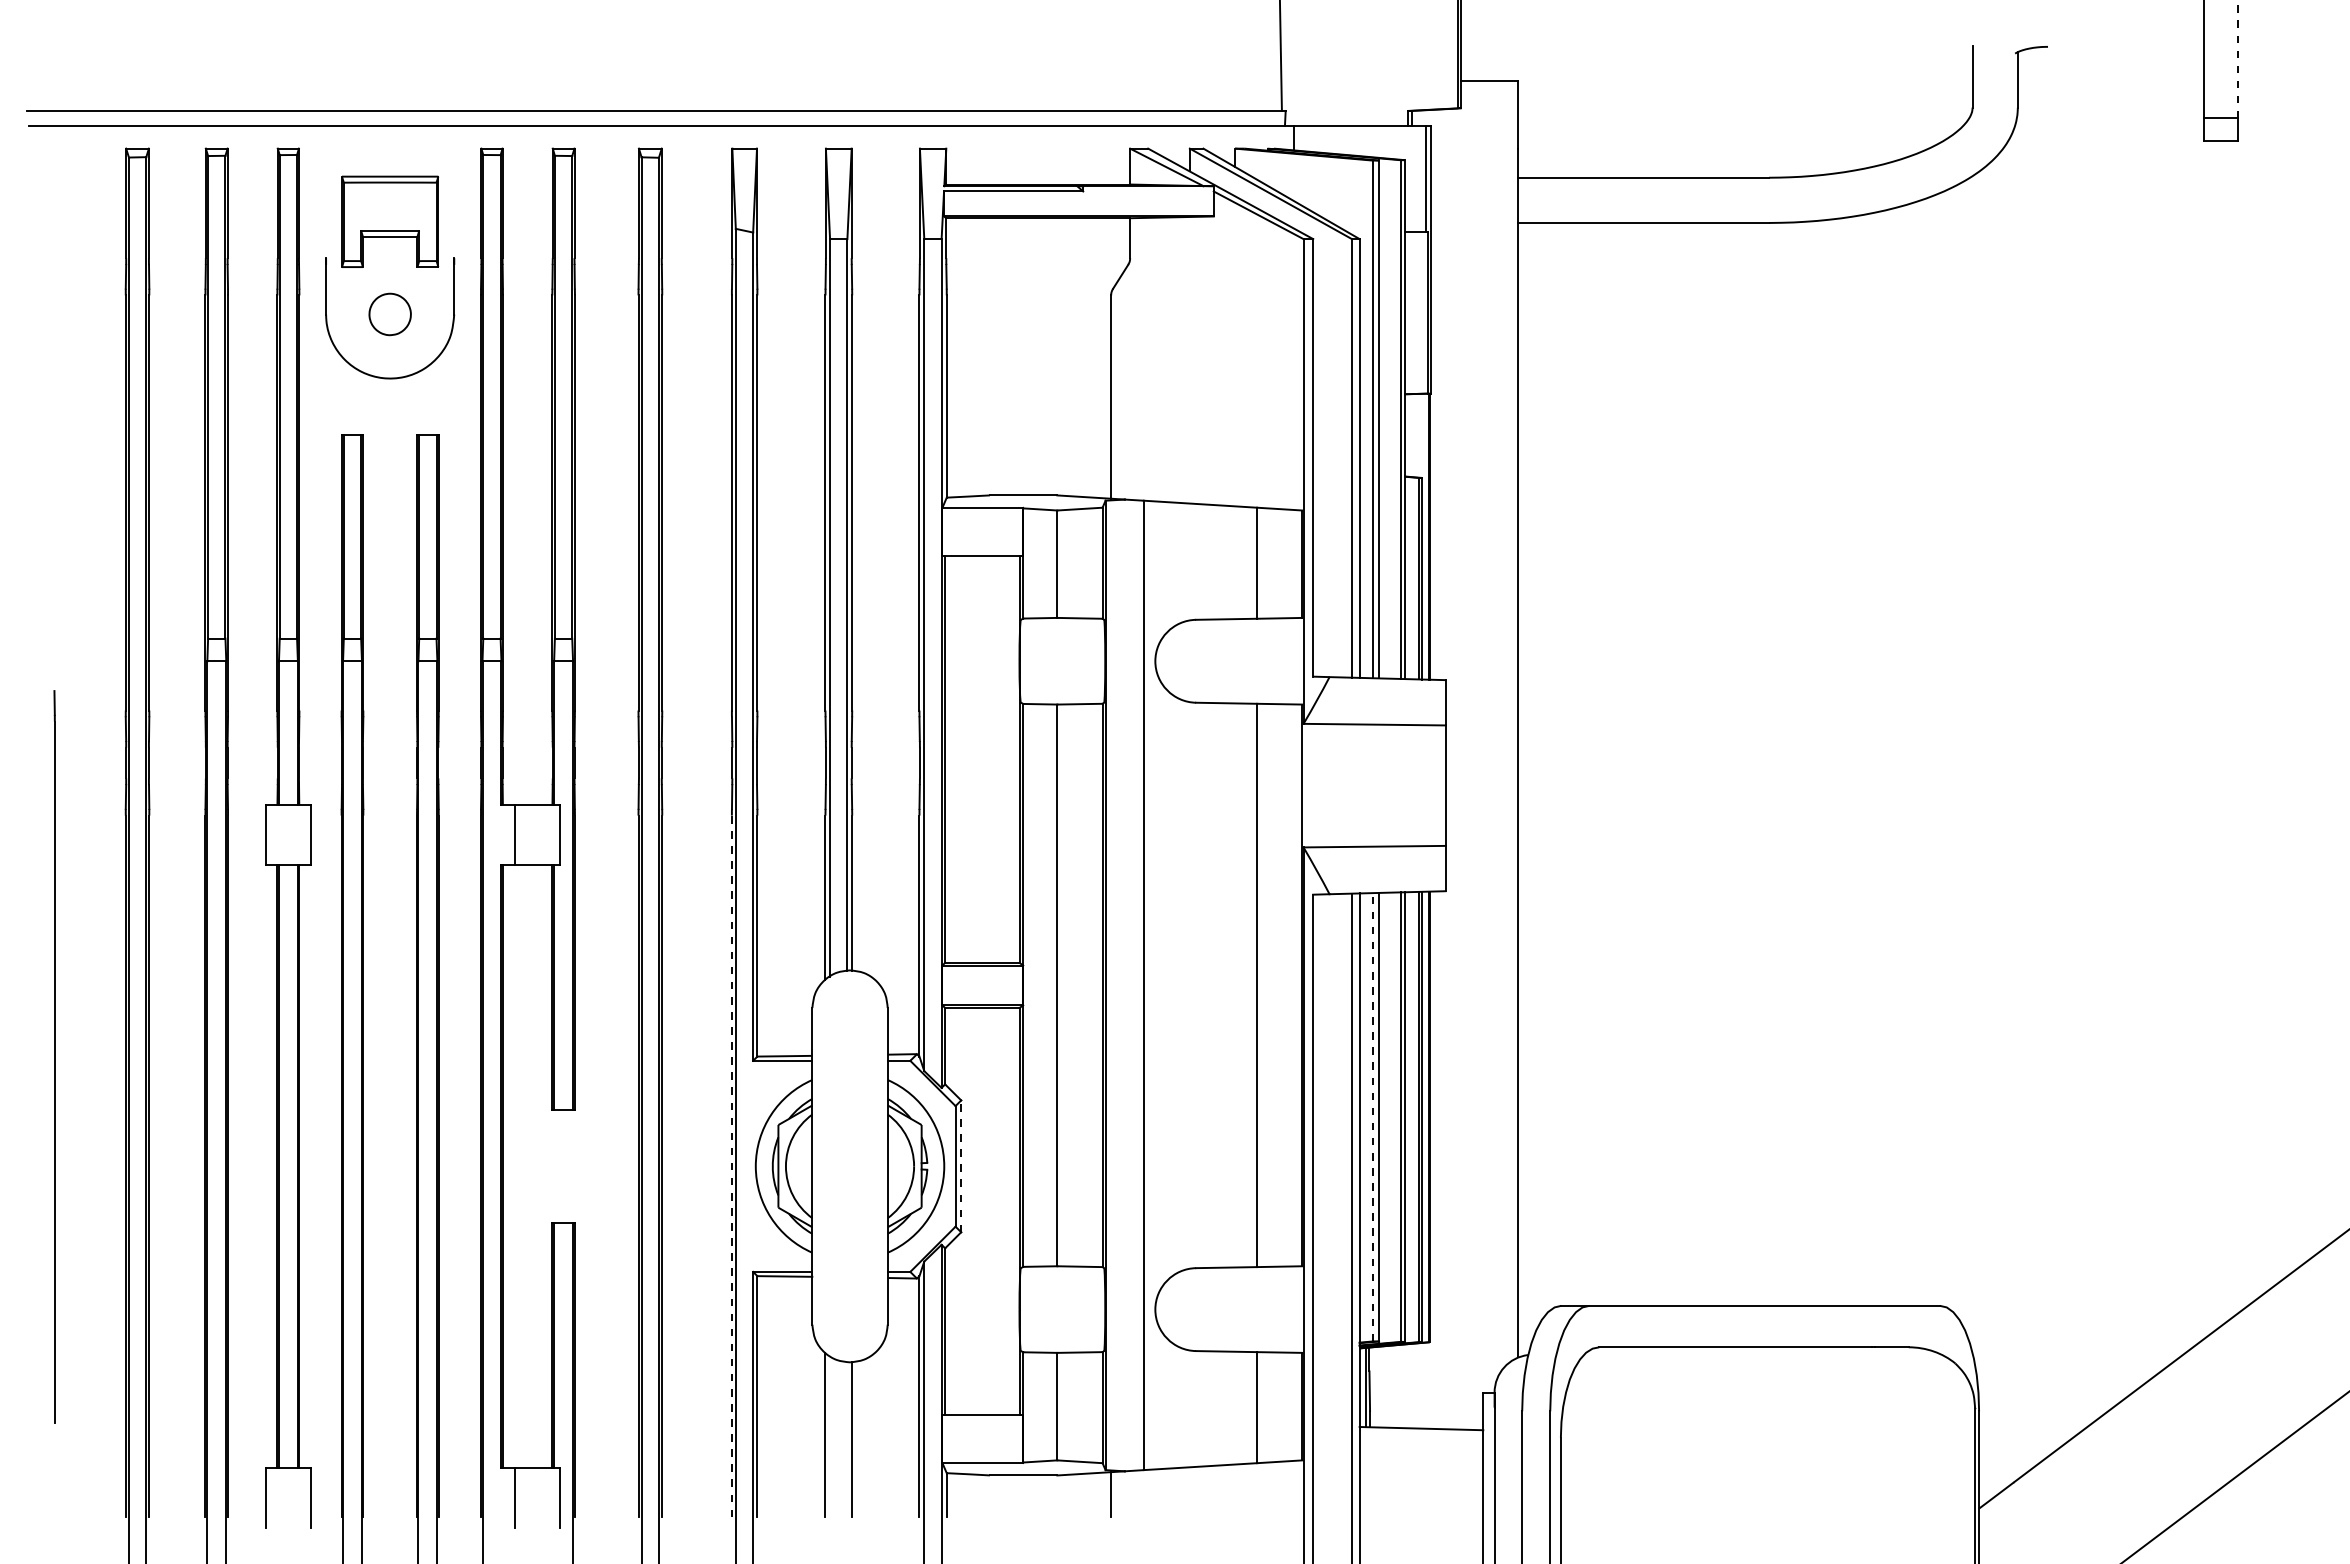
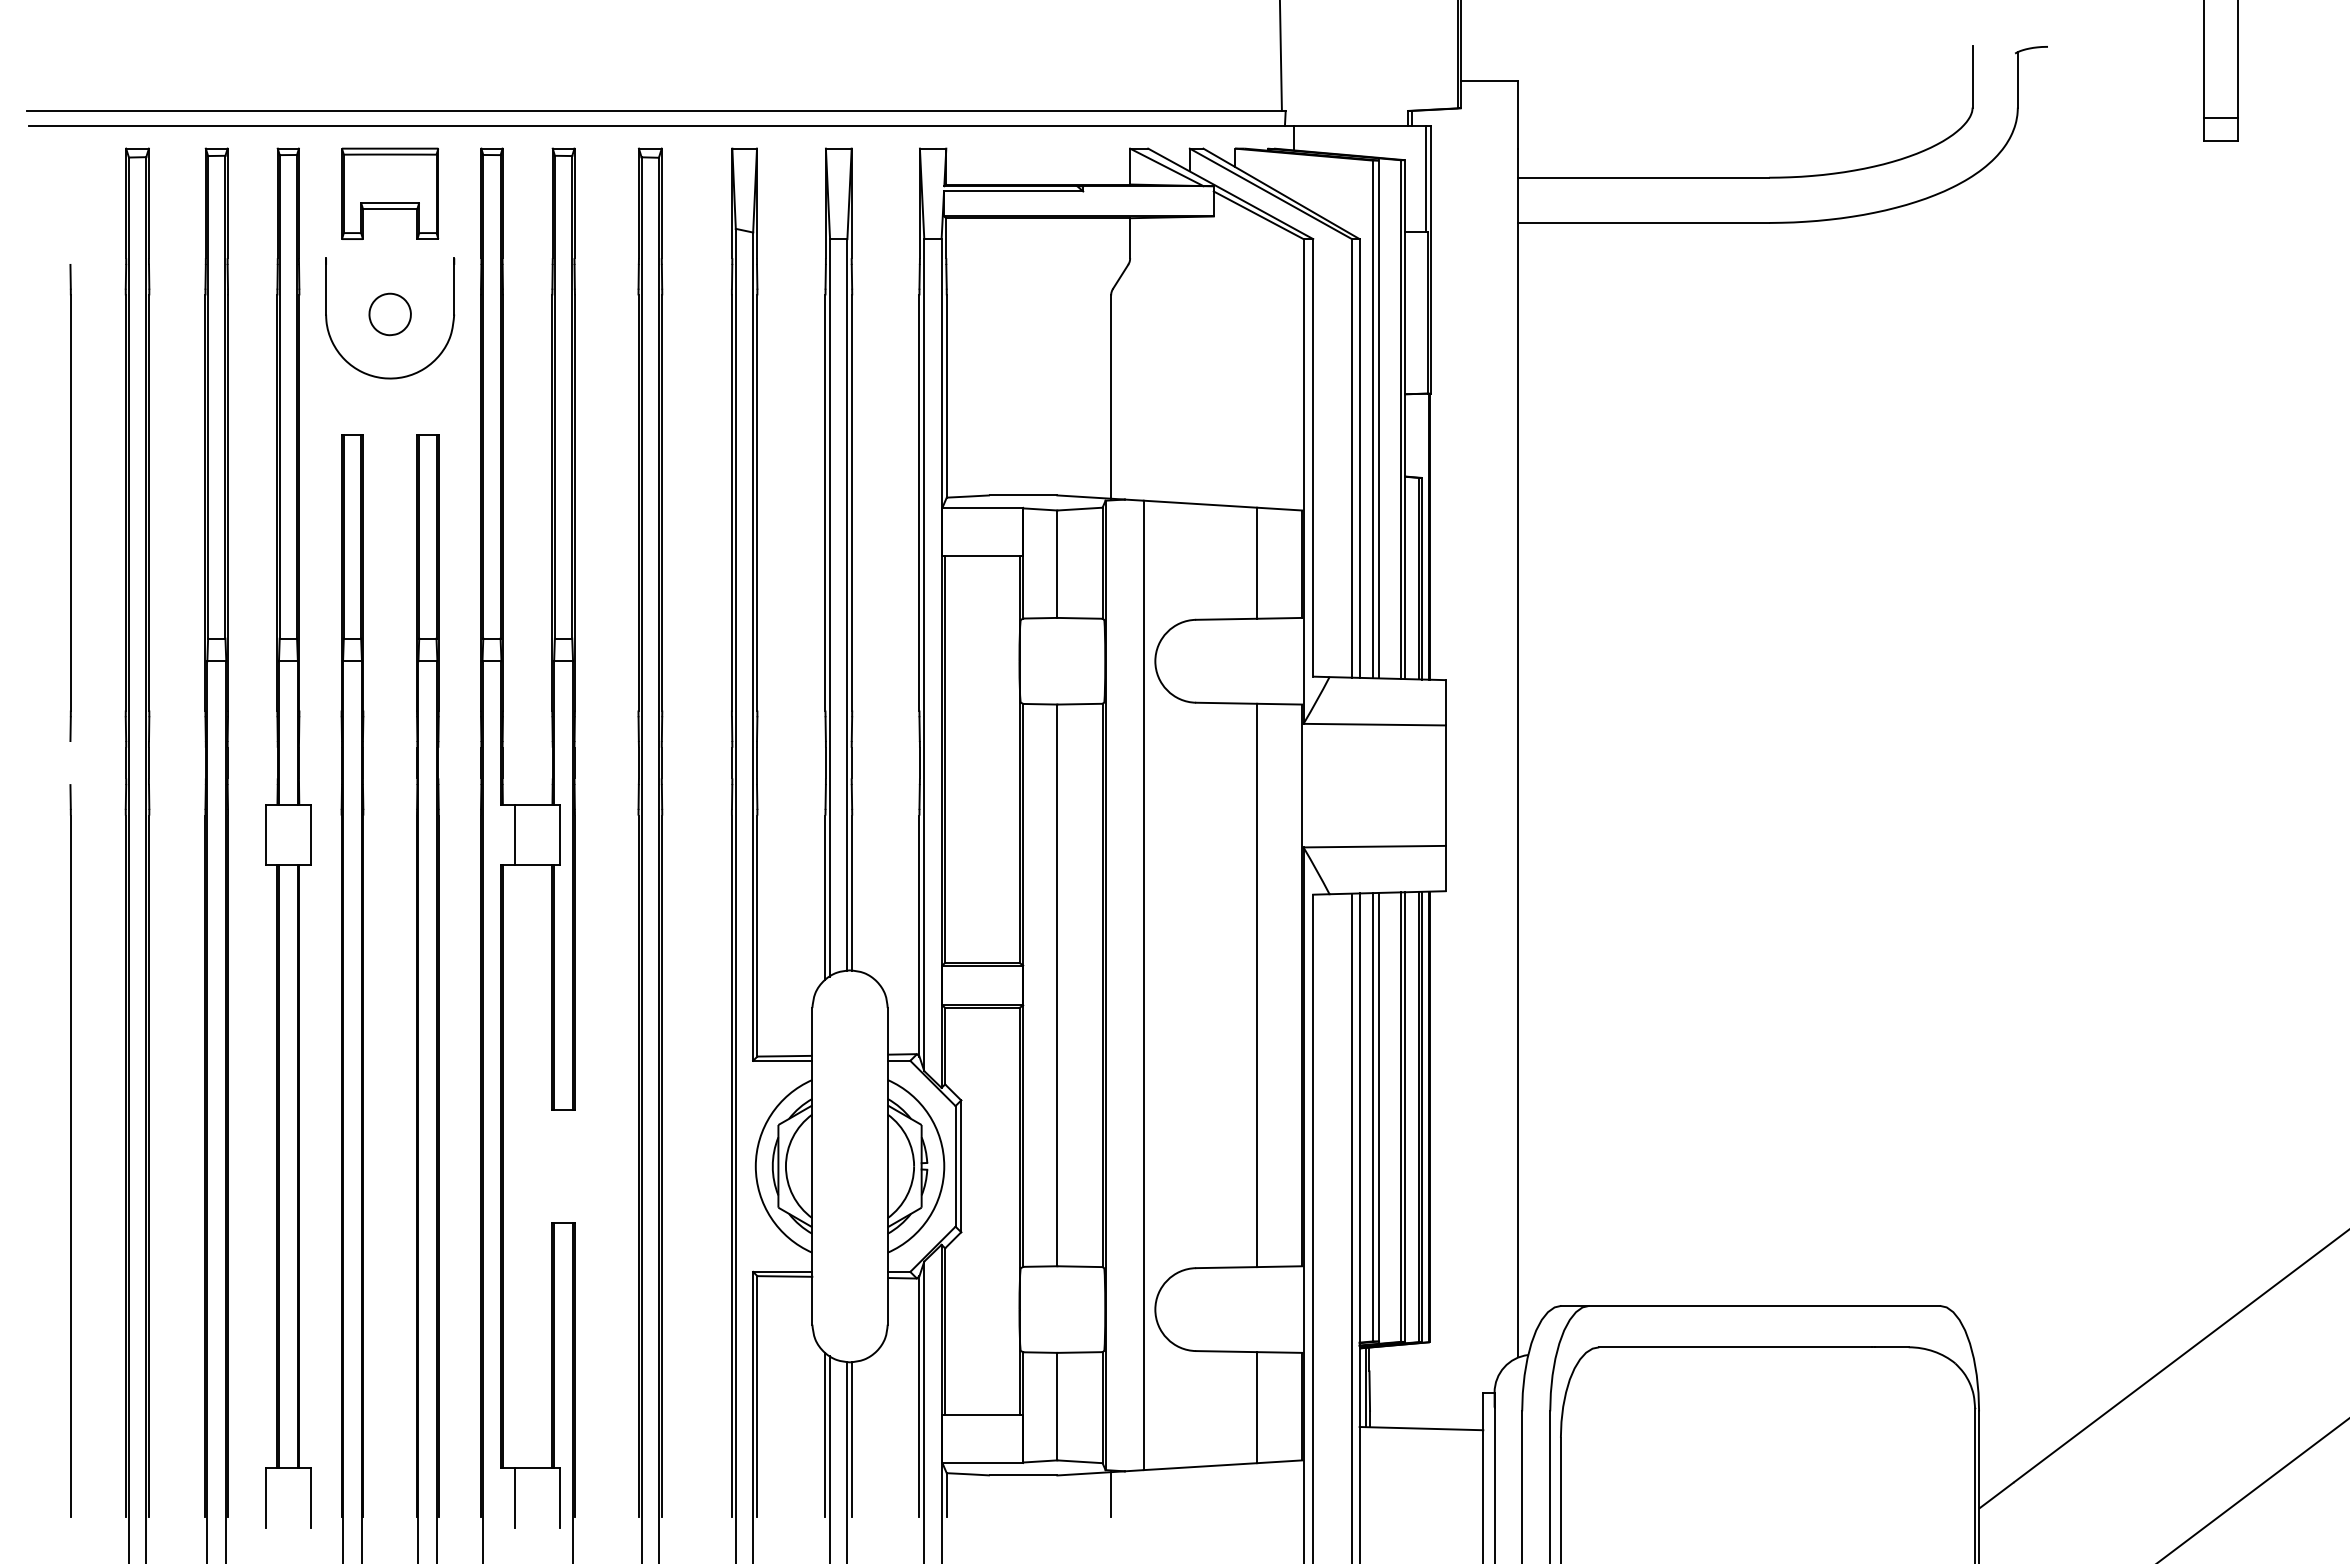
line at (2238, 59): dashed -> solid
part at (390, 221) position: (390, 221) -> (390, 193)
line at (70, 502): none -> present
line at (54, 1056) position: (54, 1056) -> (70, 1150)
line at (1373, 1116): dashed -> solid
line at (731, 1166): dashed -> solid
line at (961, 1166): dashed -> solid
line at (830, 1457): none -> present
line at (847, 1460): none -> present
line at (2235, 1476) position: (2235, 1476) -> (2253, 1490)
